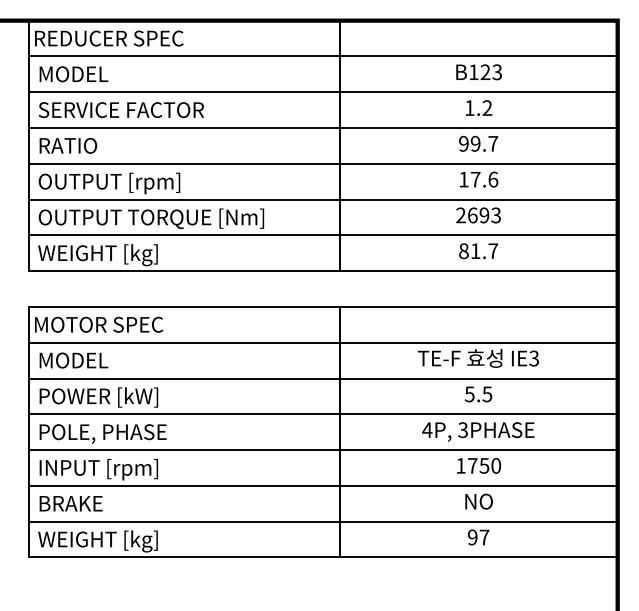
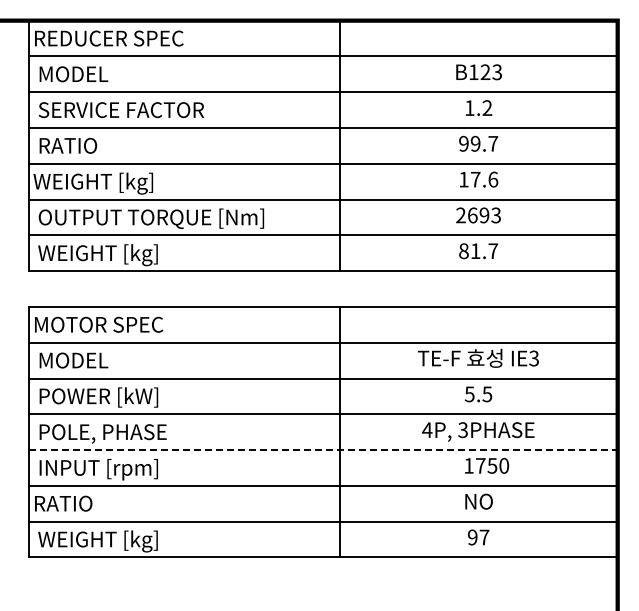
text at (106, 183): OUTPUT [rpm] -> WEIGHT [kg]
line at (323, 450): solid -> dashed
text at (479, 465) position: (479, 465) -> (487, 465)
text at (68, 503): BRAKE -> RATIO
